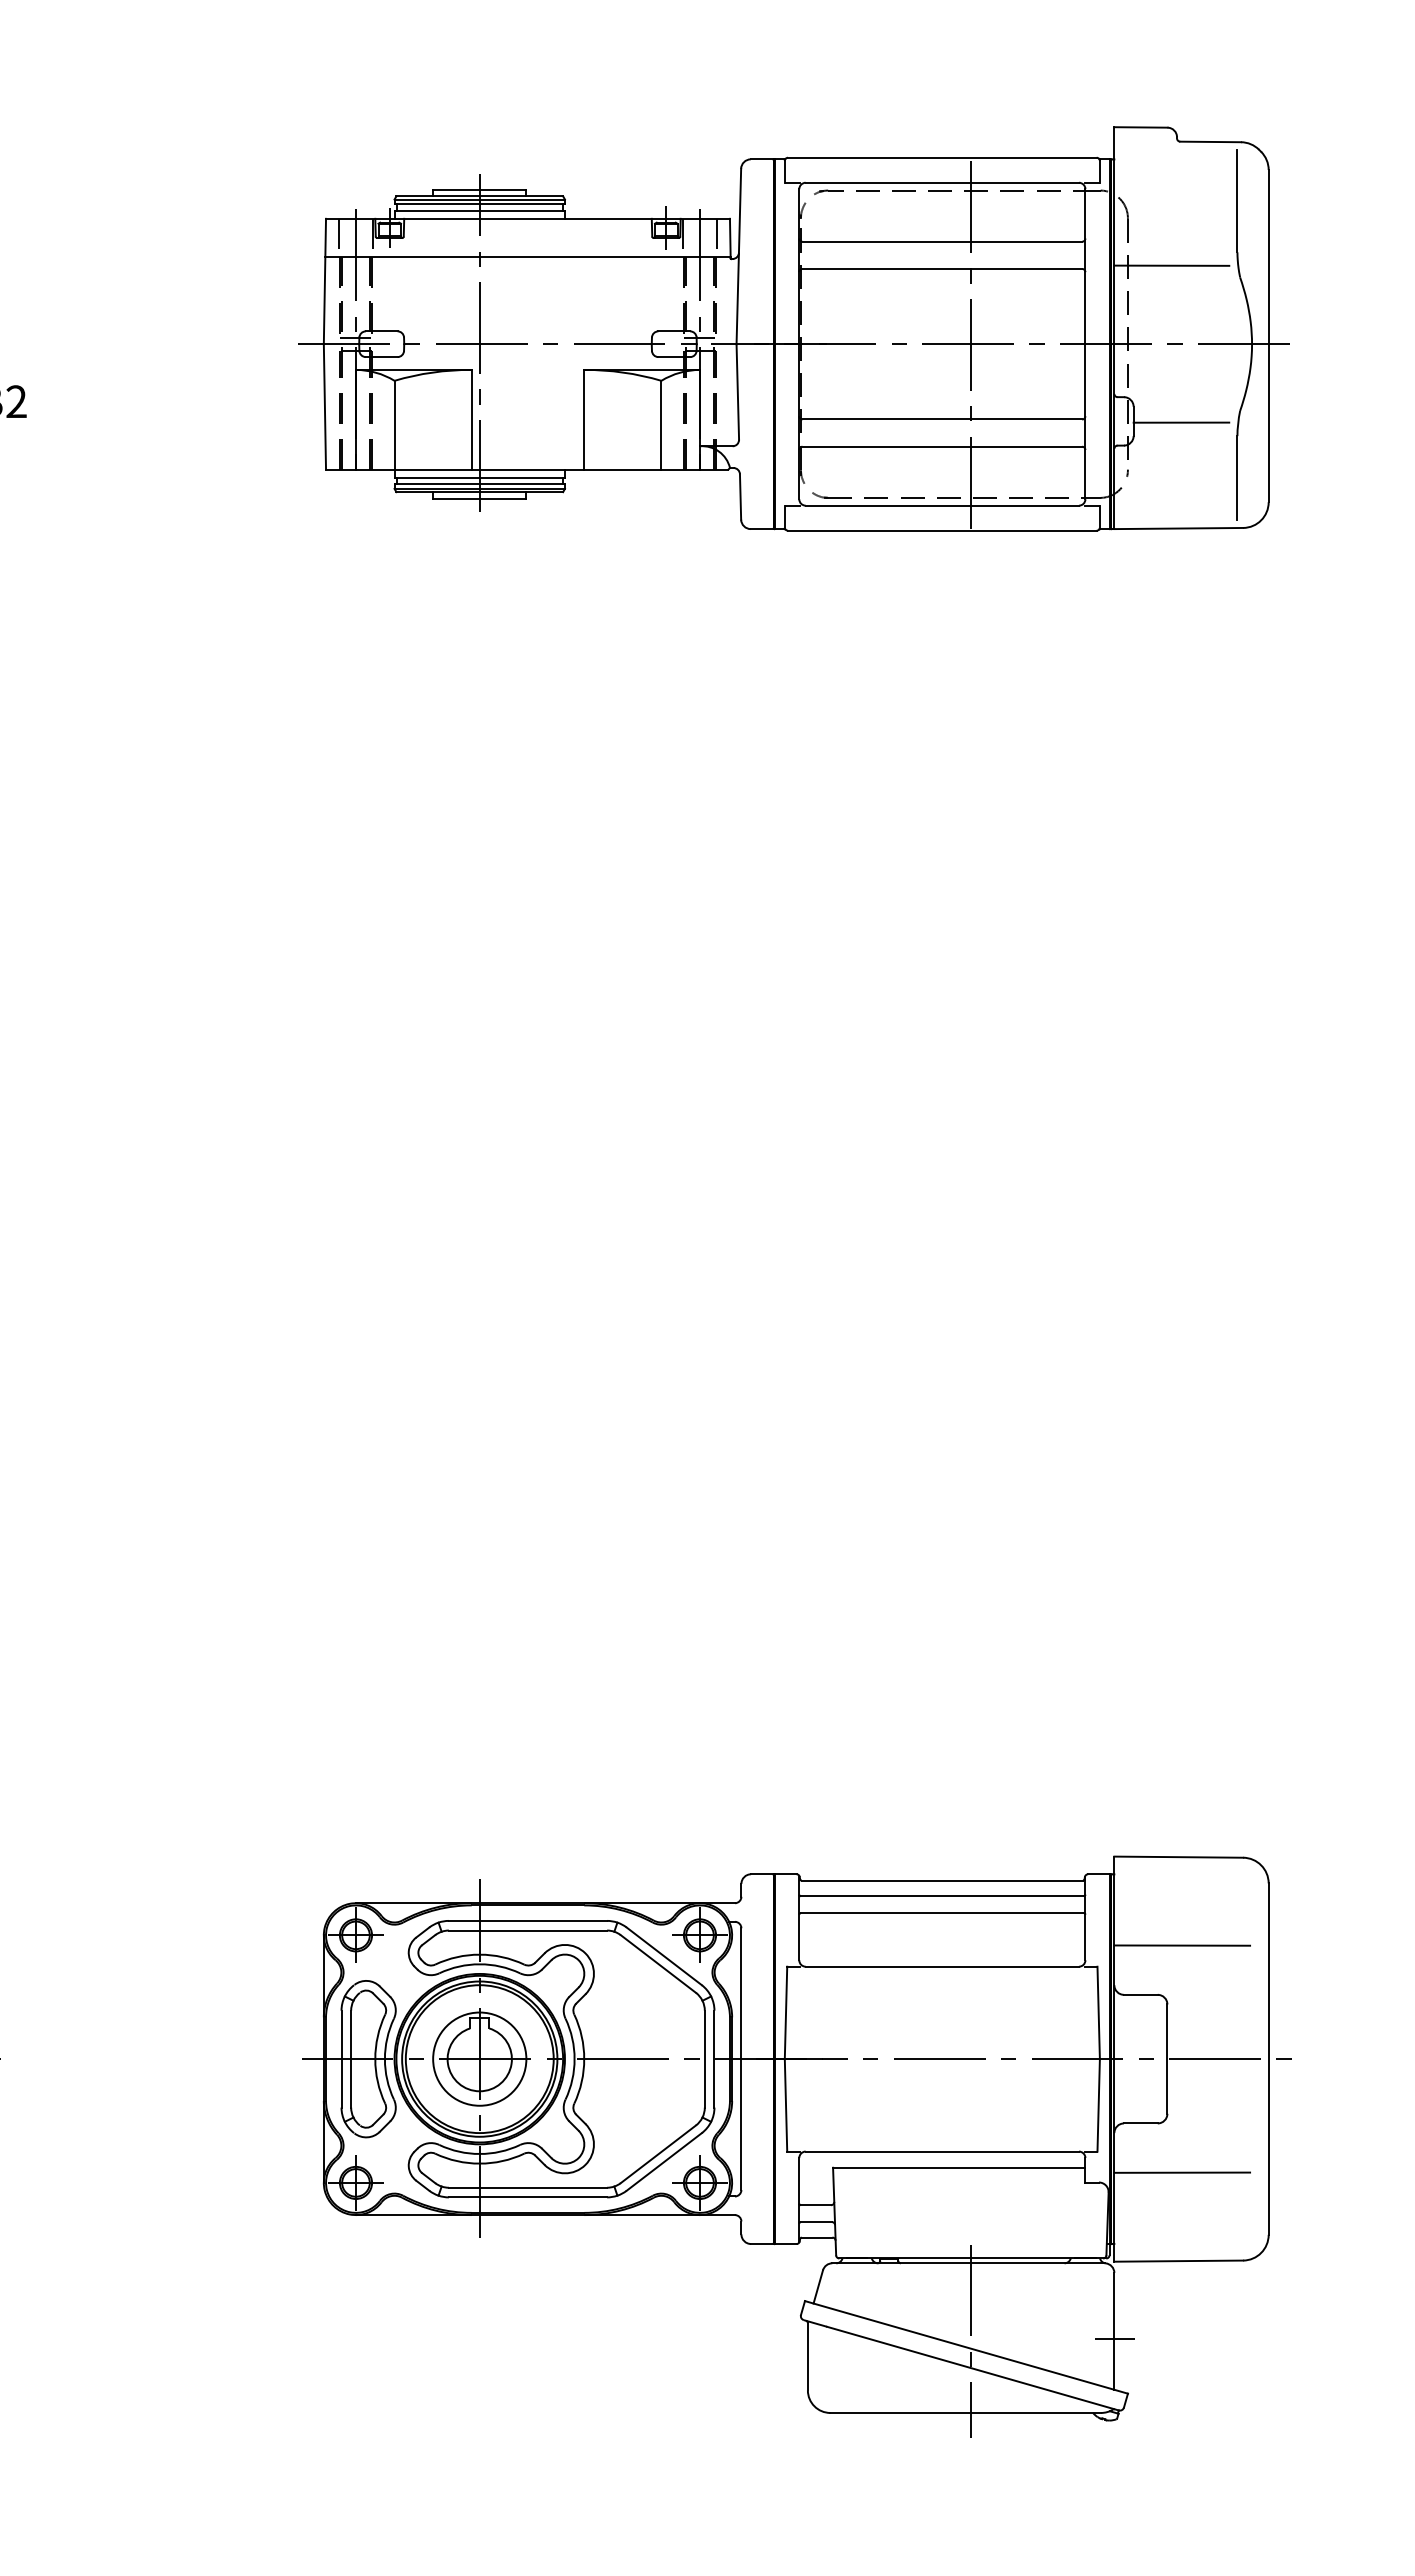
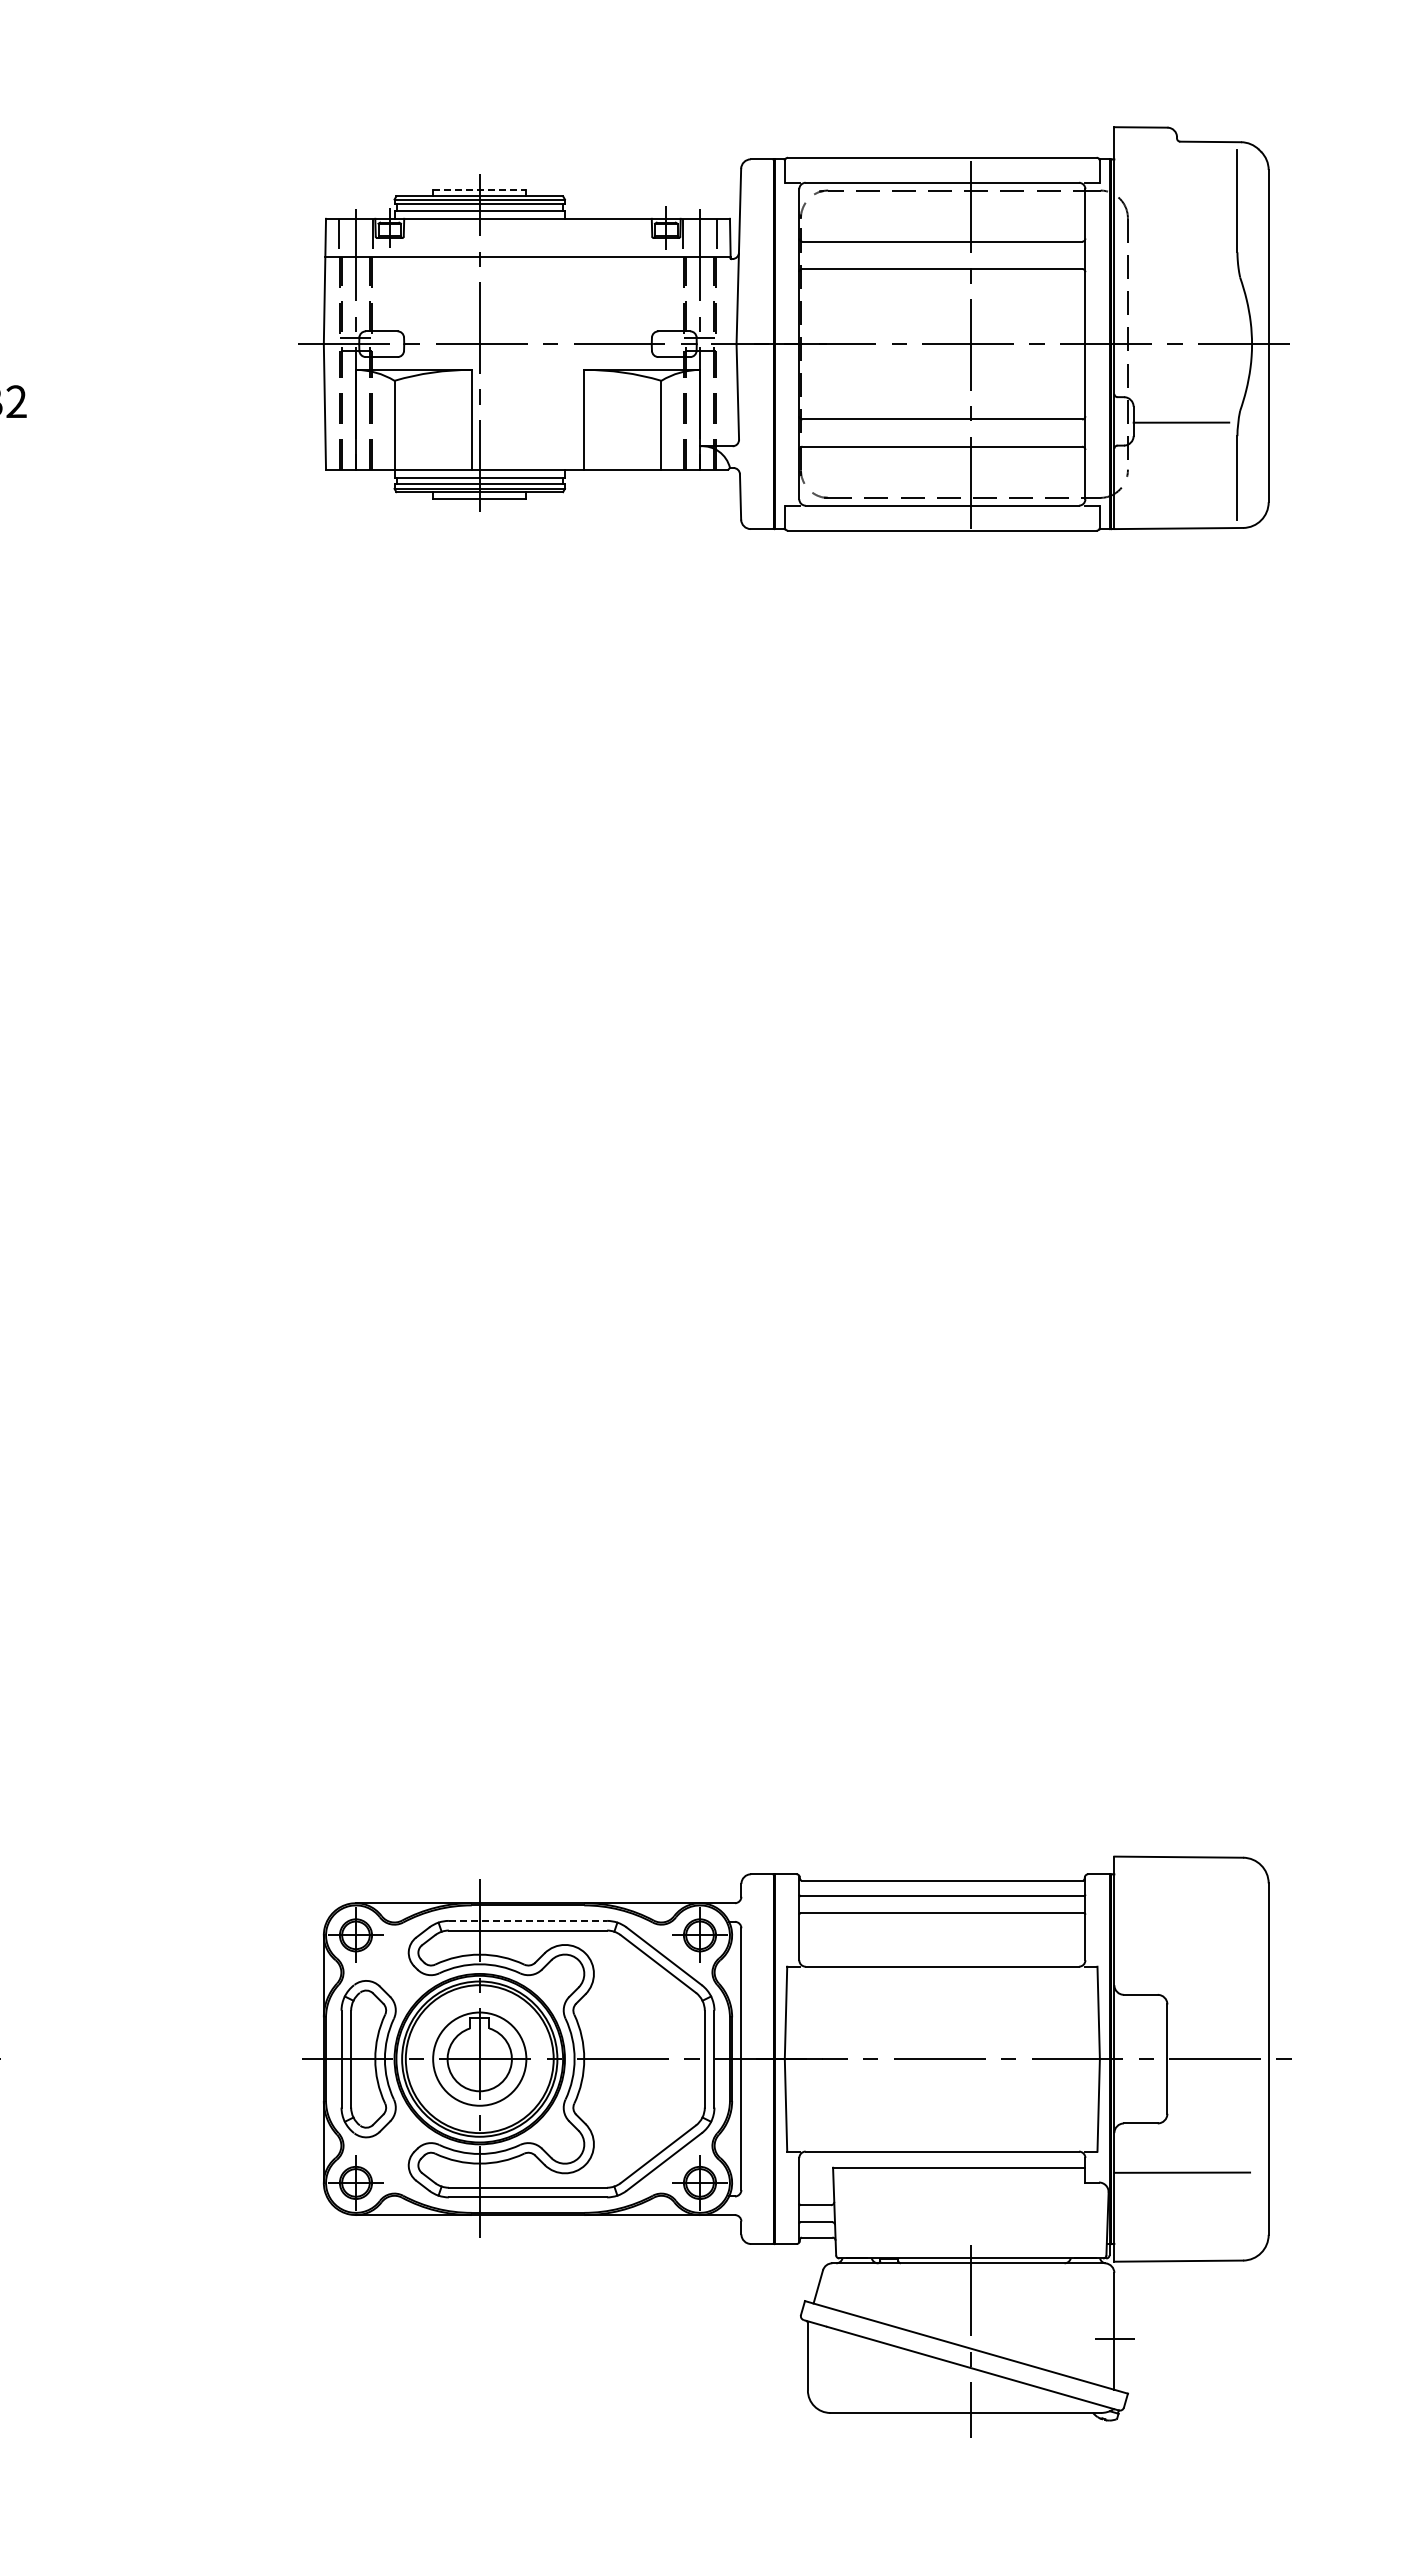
line at (479, 189): solid -> dashed
line at (1171, 265): present -> none
line at (528, 1920): solid -> dashed
line at (1182, 1945): present -> none
